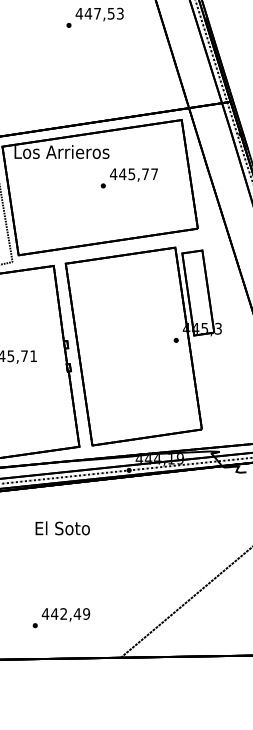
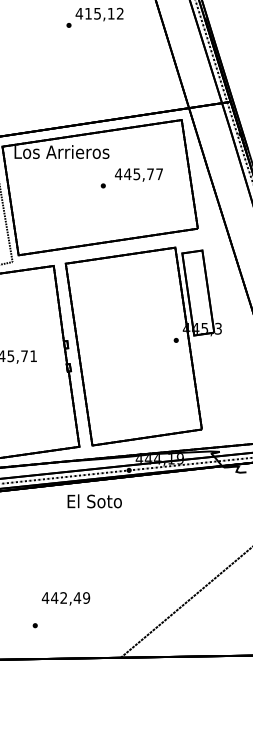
text at (103, 13): 447,53 -> 415,12
text at (133, 174) position: (133, 174) -> (138, 174)
text at (62, 528) position: (62, 528) -> (94, 501)
text at (65, 614) position: (65, 614) -> (65, 598)
